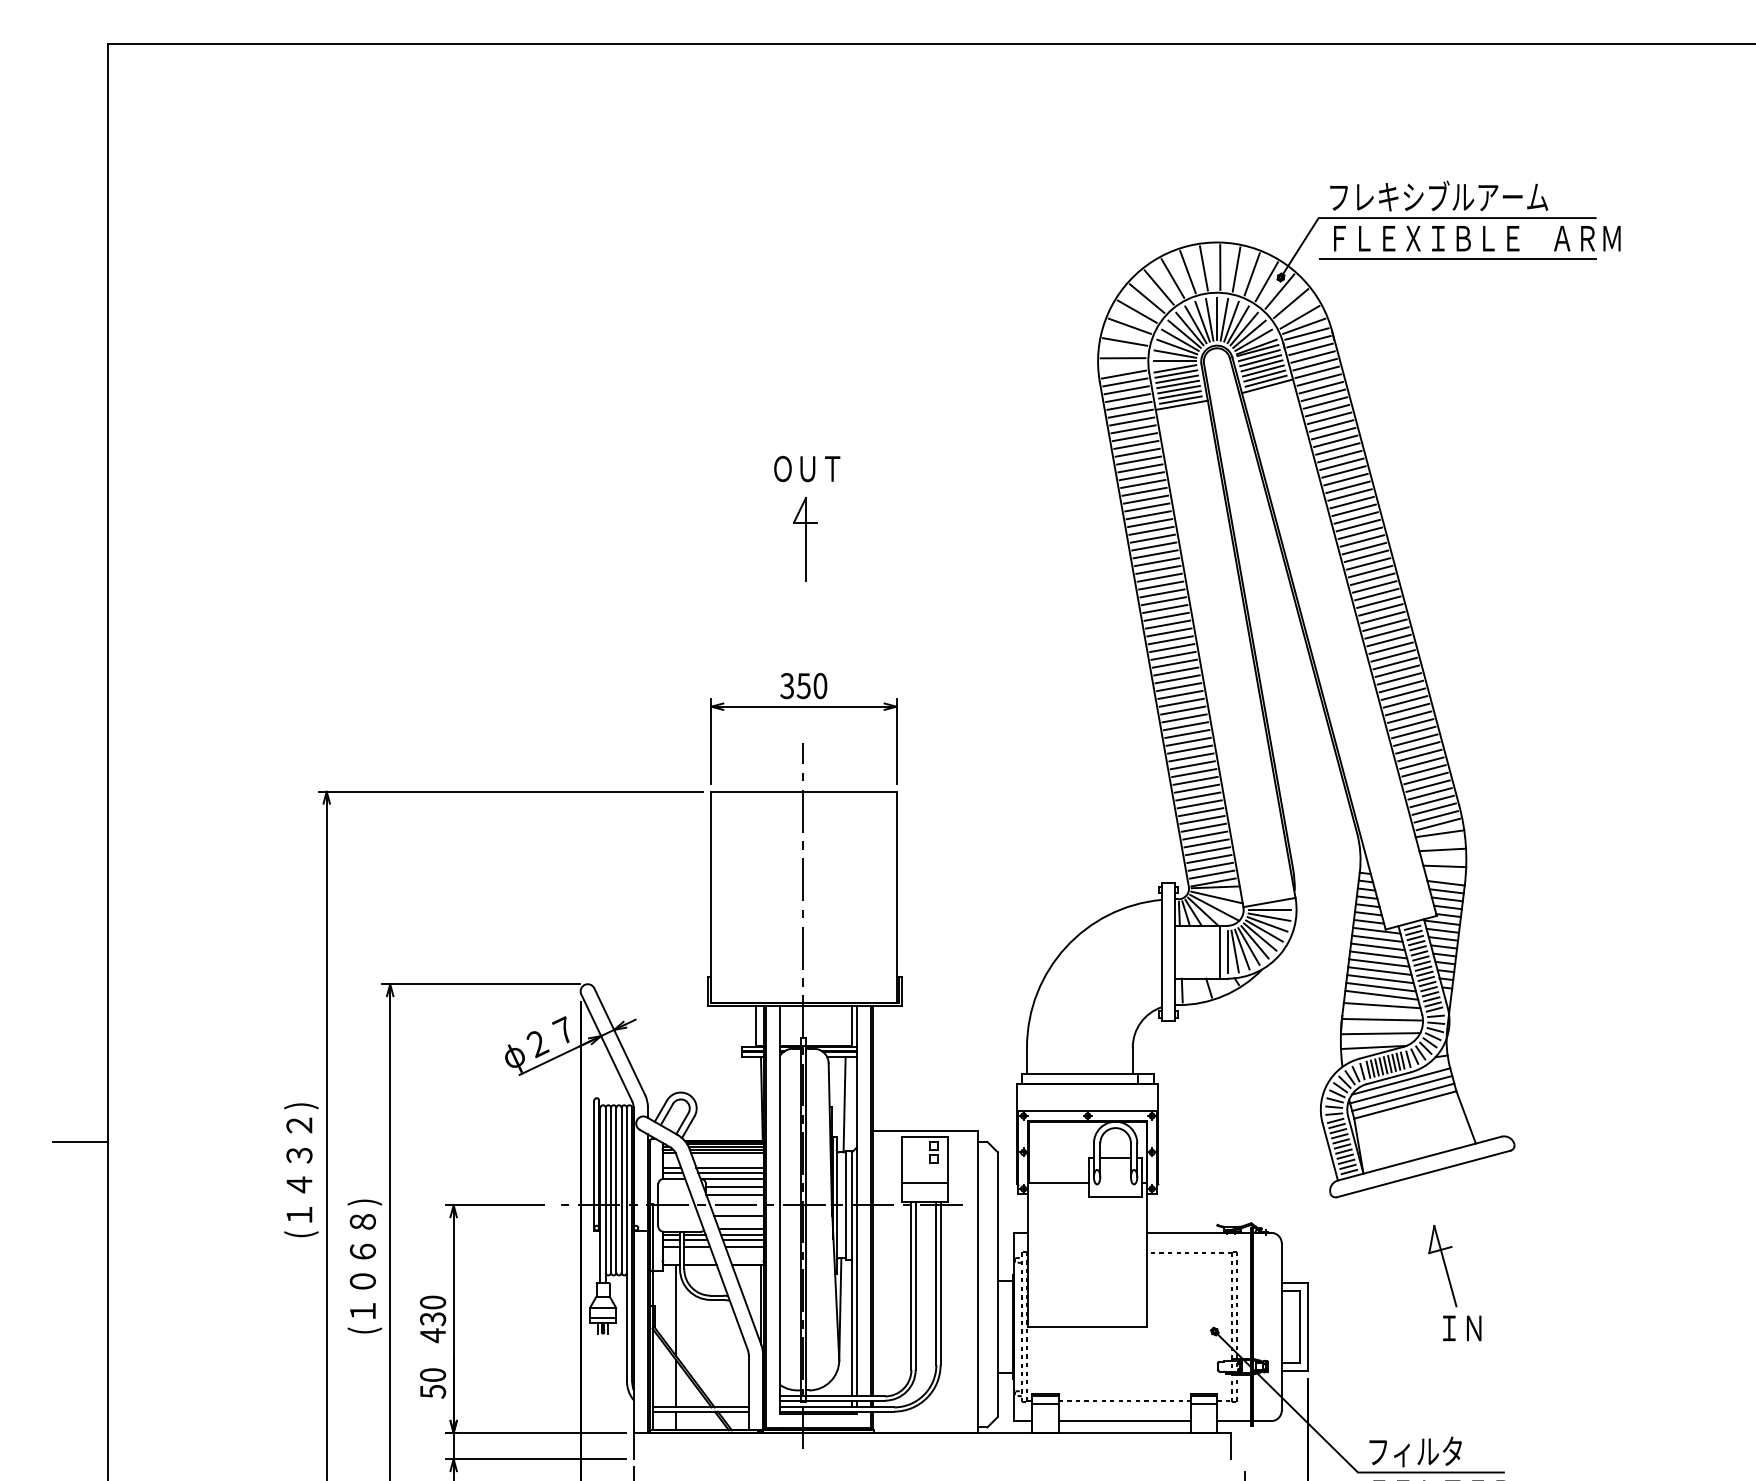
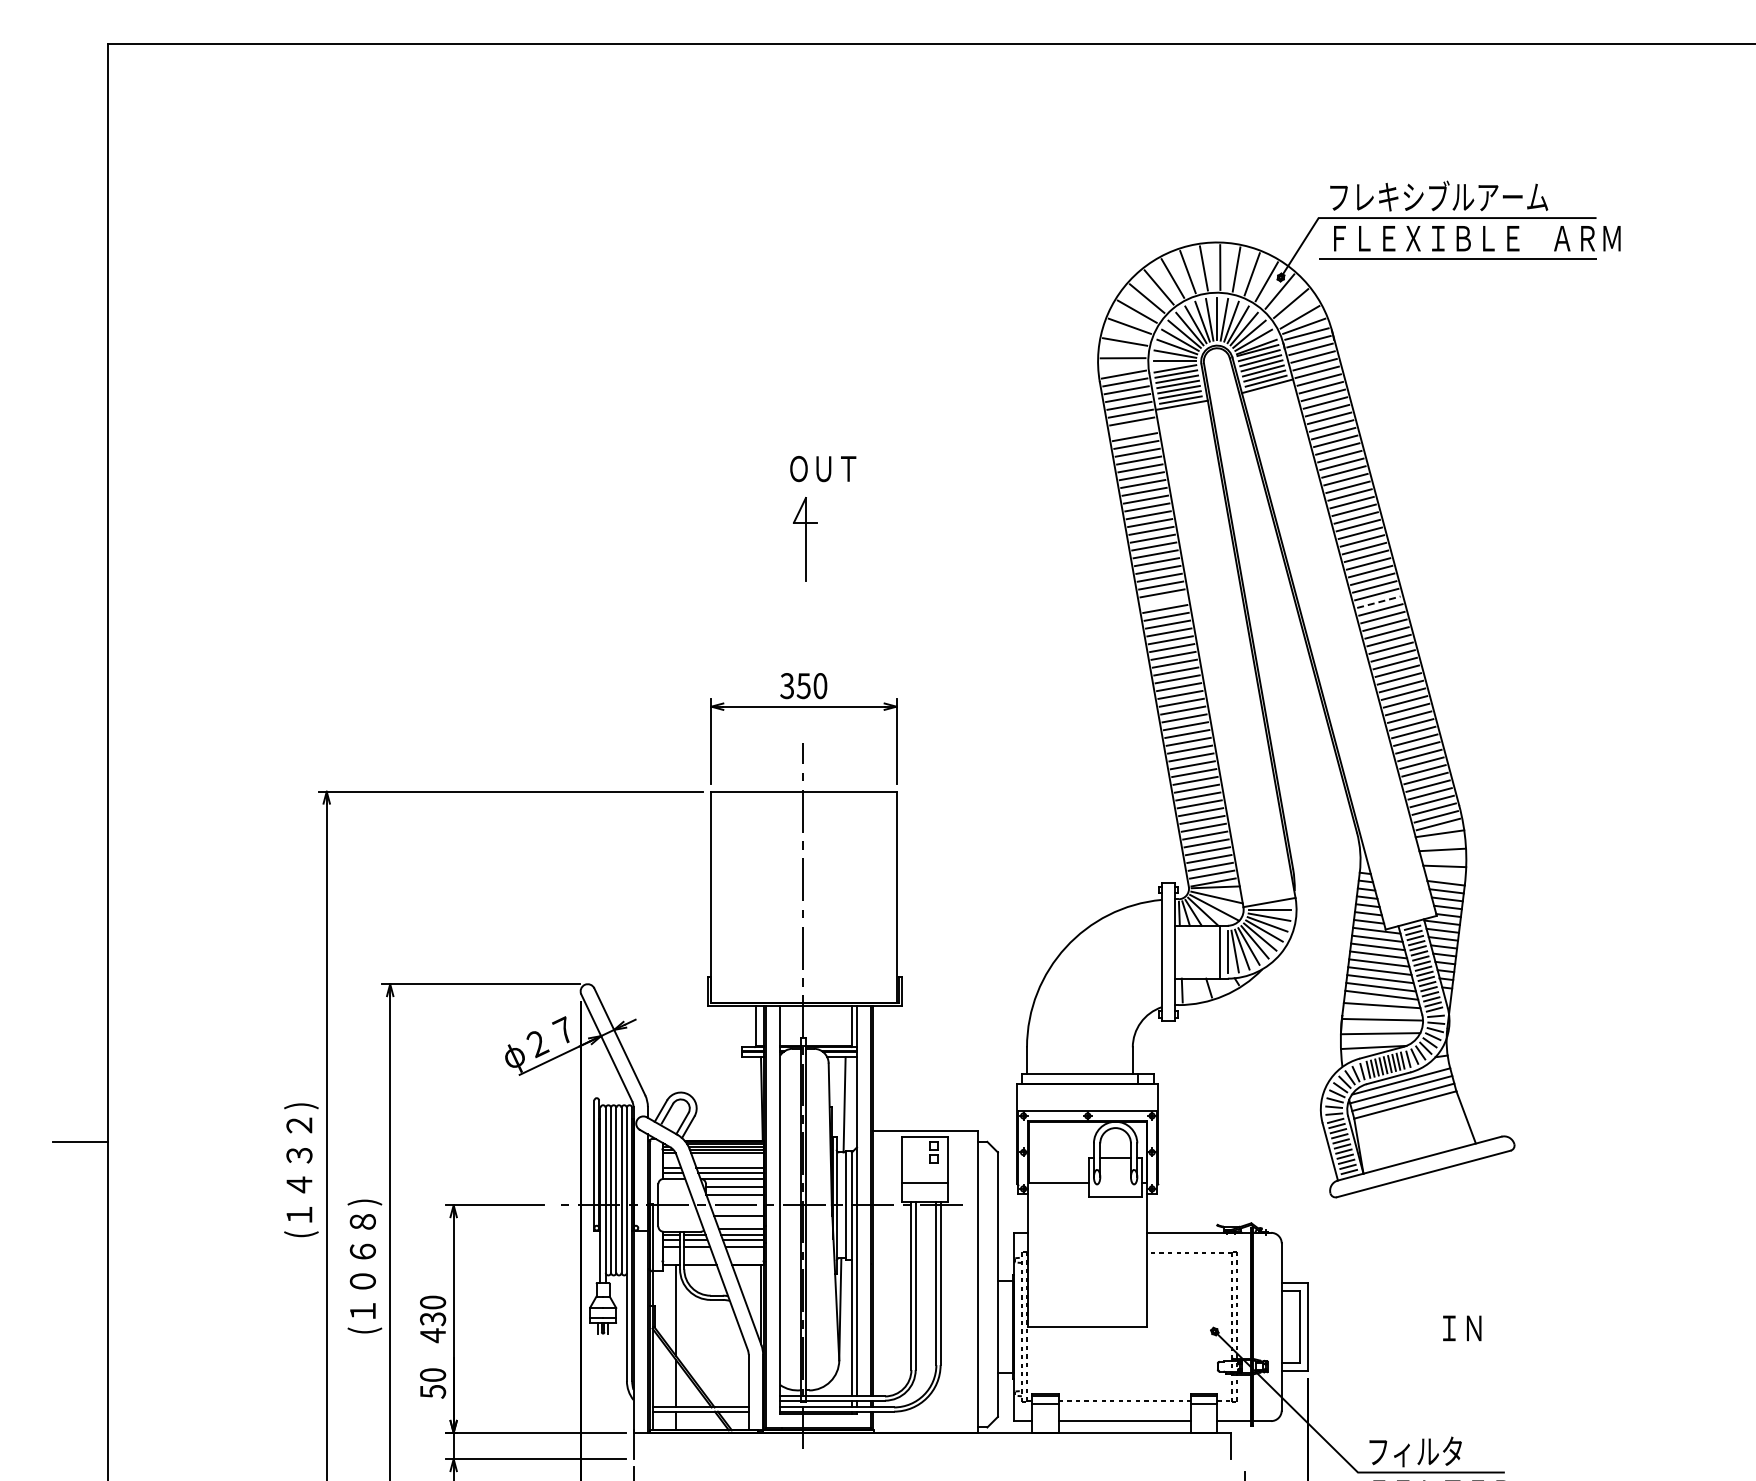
line at (1133, 429): present -> none
text at (807, 469) position: (807, 469) -> (823, 469)
line at (1163, 601): present -> none
line at (1379, 602): solid -> dashed
part at (1442, 1266): present -> none
